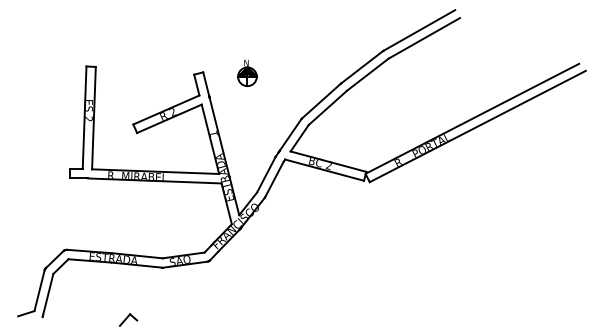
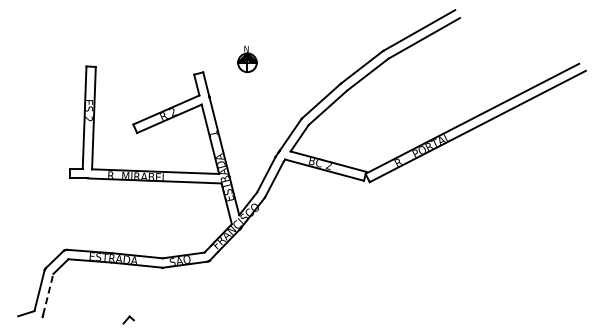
part at (247, 72) position: (247, 72) -> (247, 58)
line at (48, 293): solid -> dashed
part at (128, 319) size: 20x14 px -> 13x10 px
